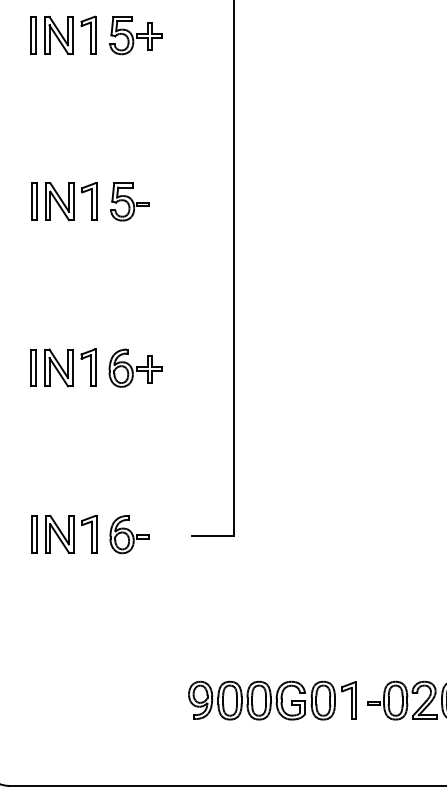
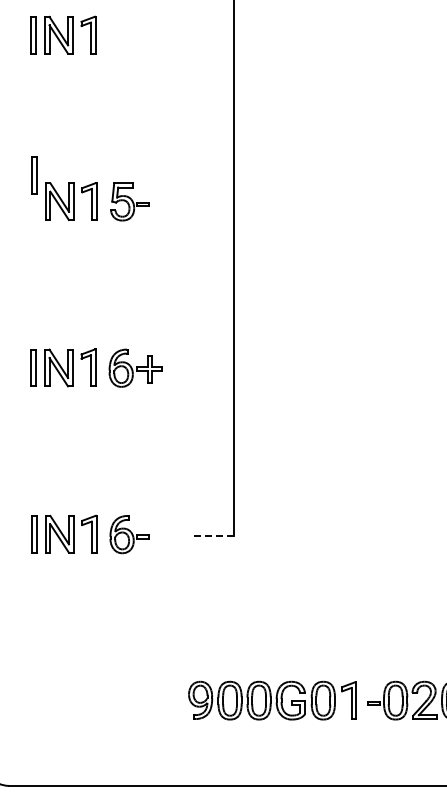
part at (135, 35): present -> none
part at (34, 201) position: (34, 201) -> (34, 175)
line at (212, 536): solid -> dashed
